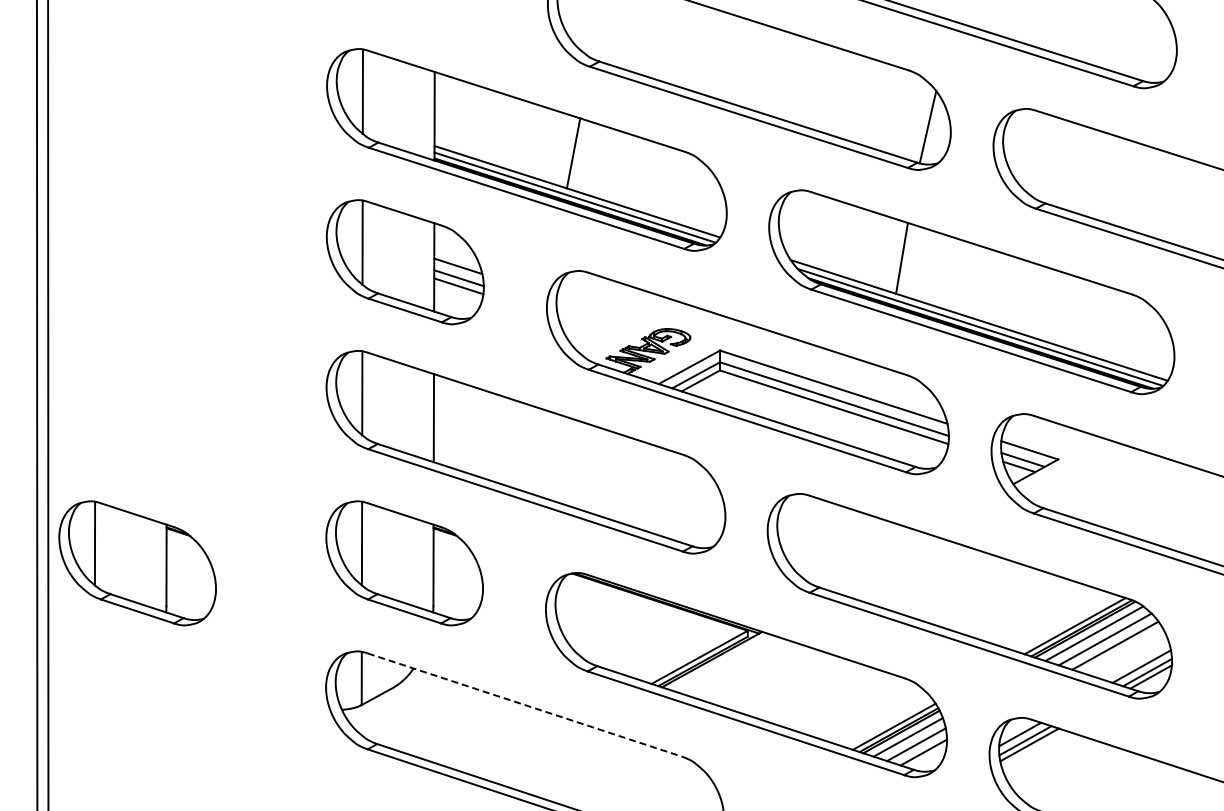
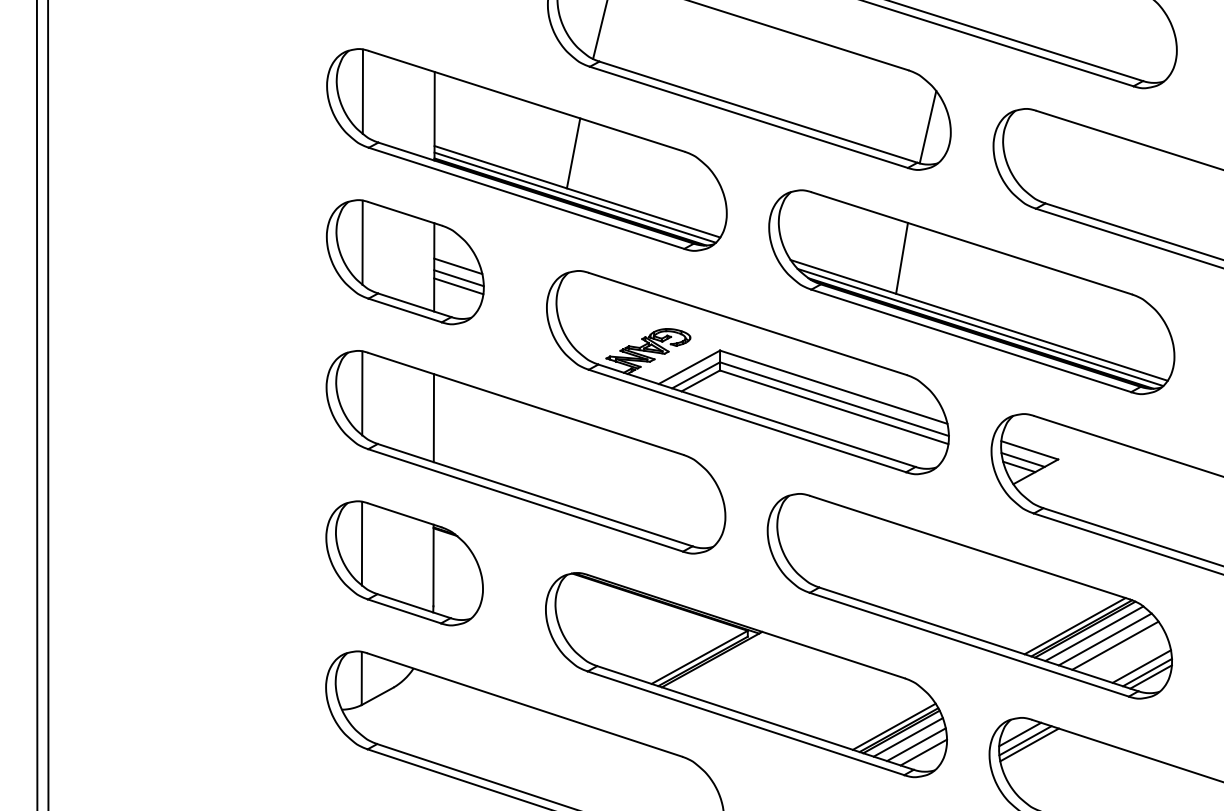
line at (599, 30): none -> present
part at (137, 563): present -> none
line at (525, 705): dashed -> solid
